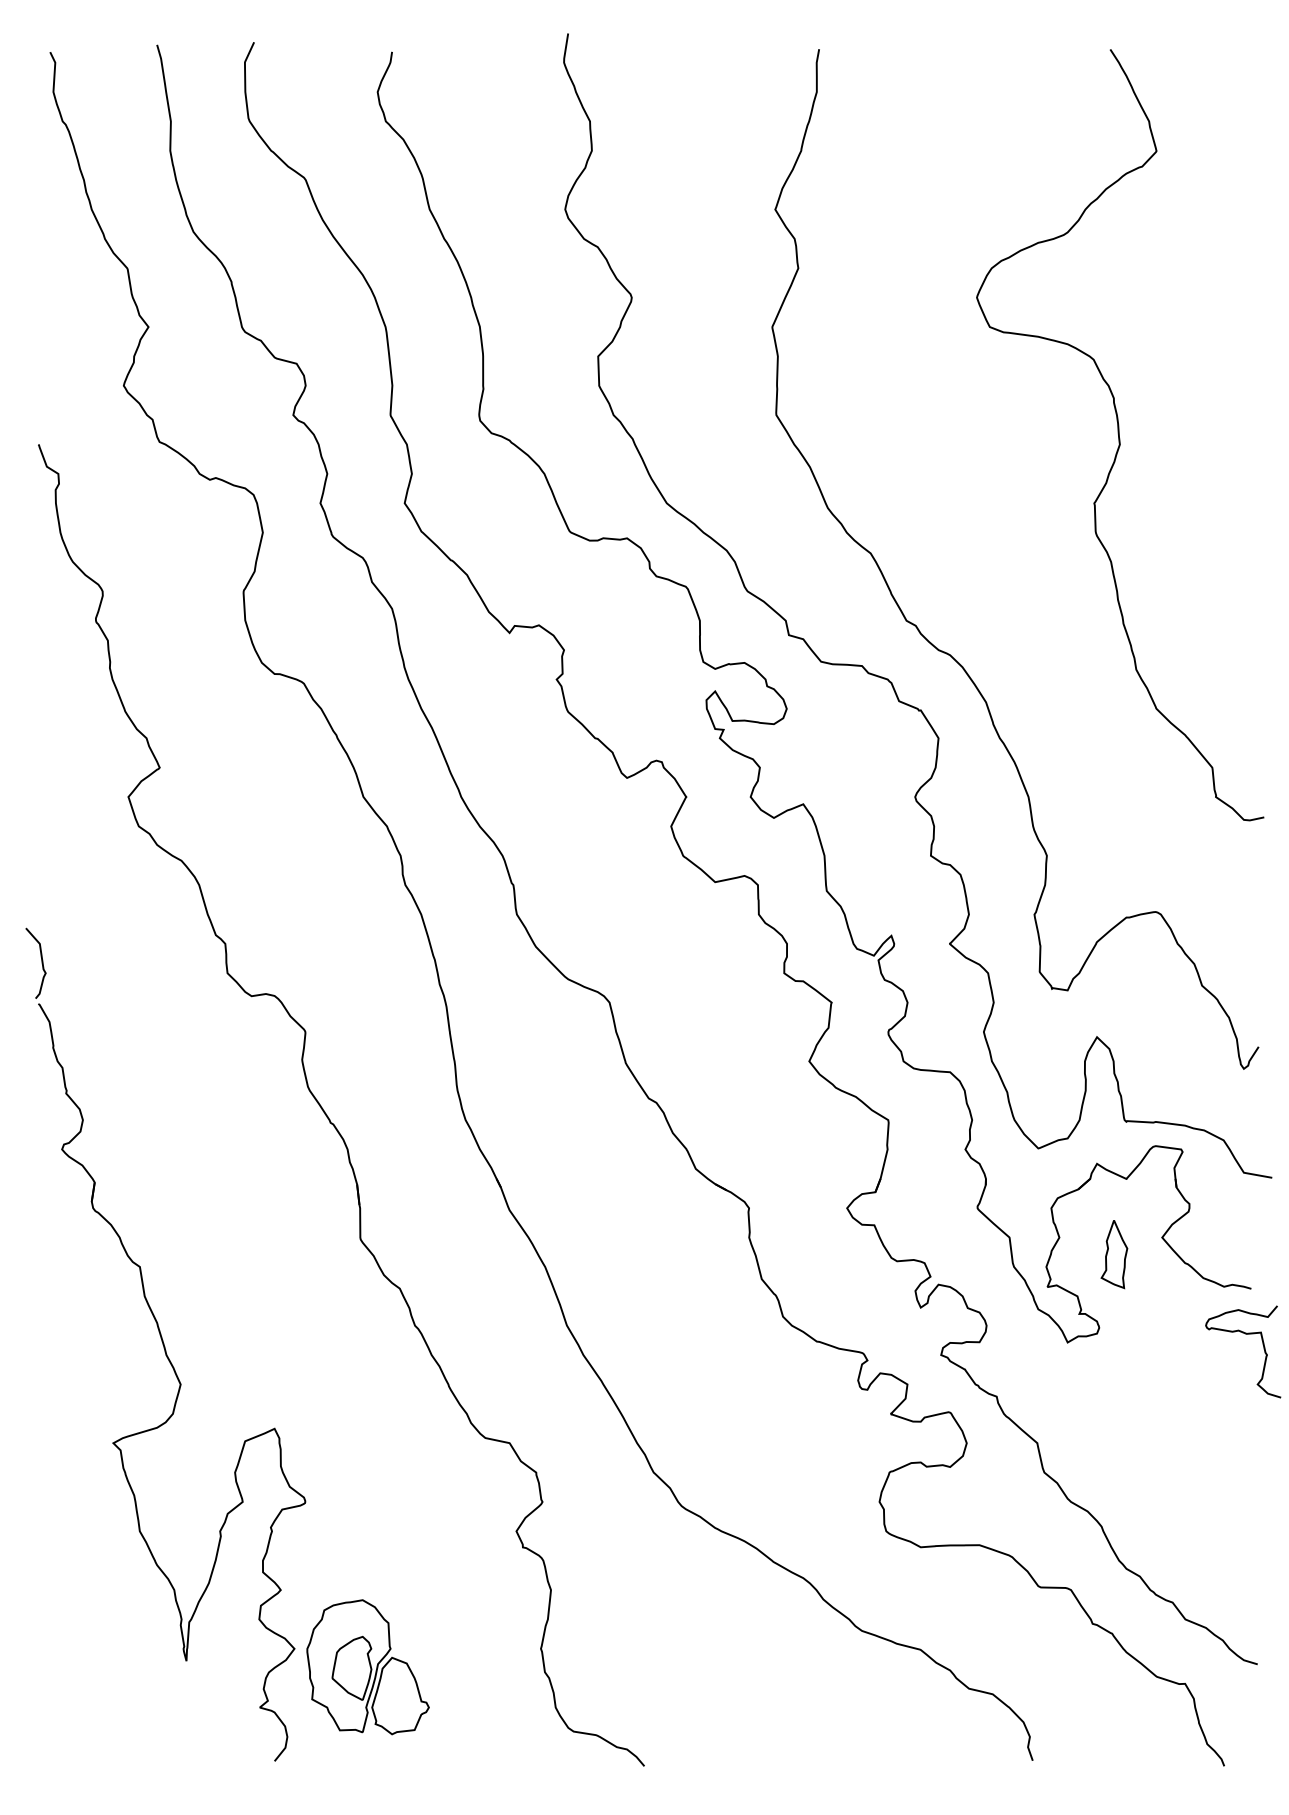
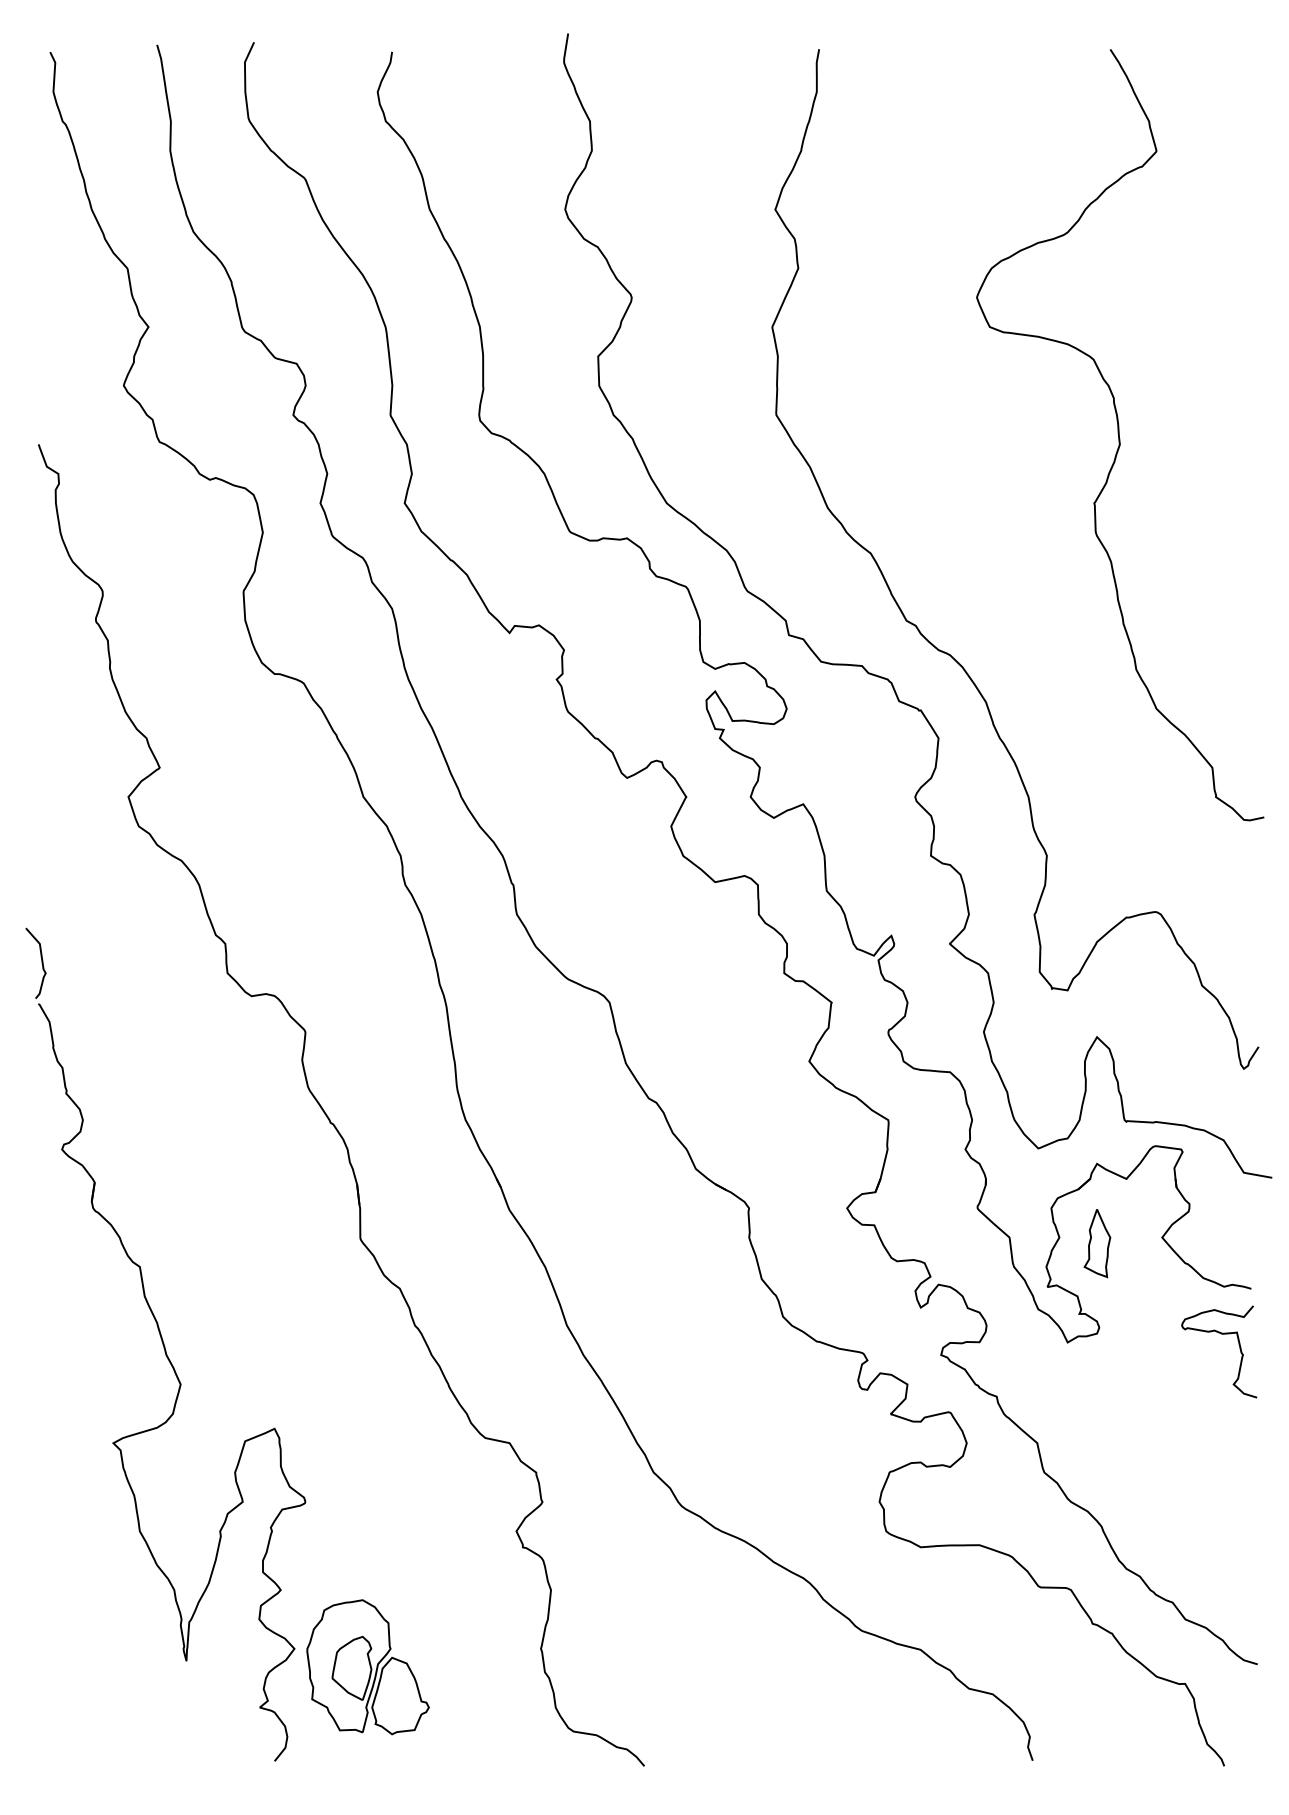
part at (1114, 1254) position: (1114, 1254) -> (1097, 1243)
curve at (1245, 1334) position: (1245, 1334) -> (1221, 1334)
